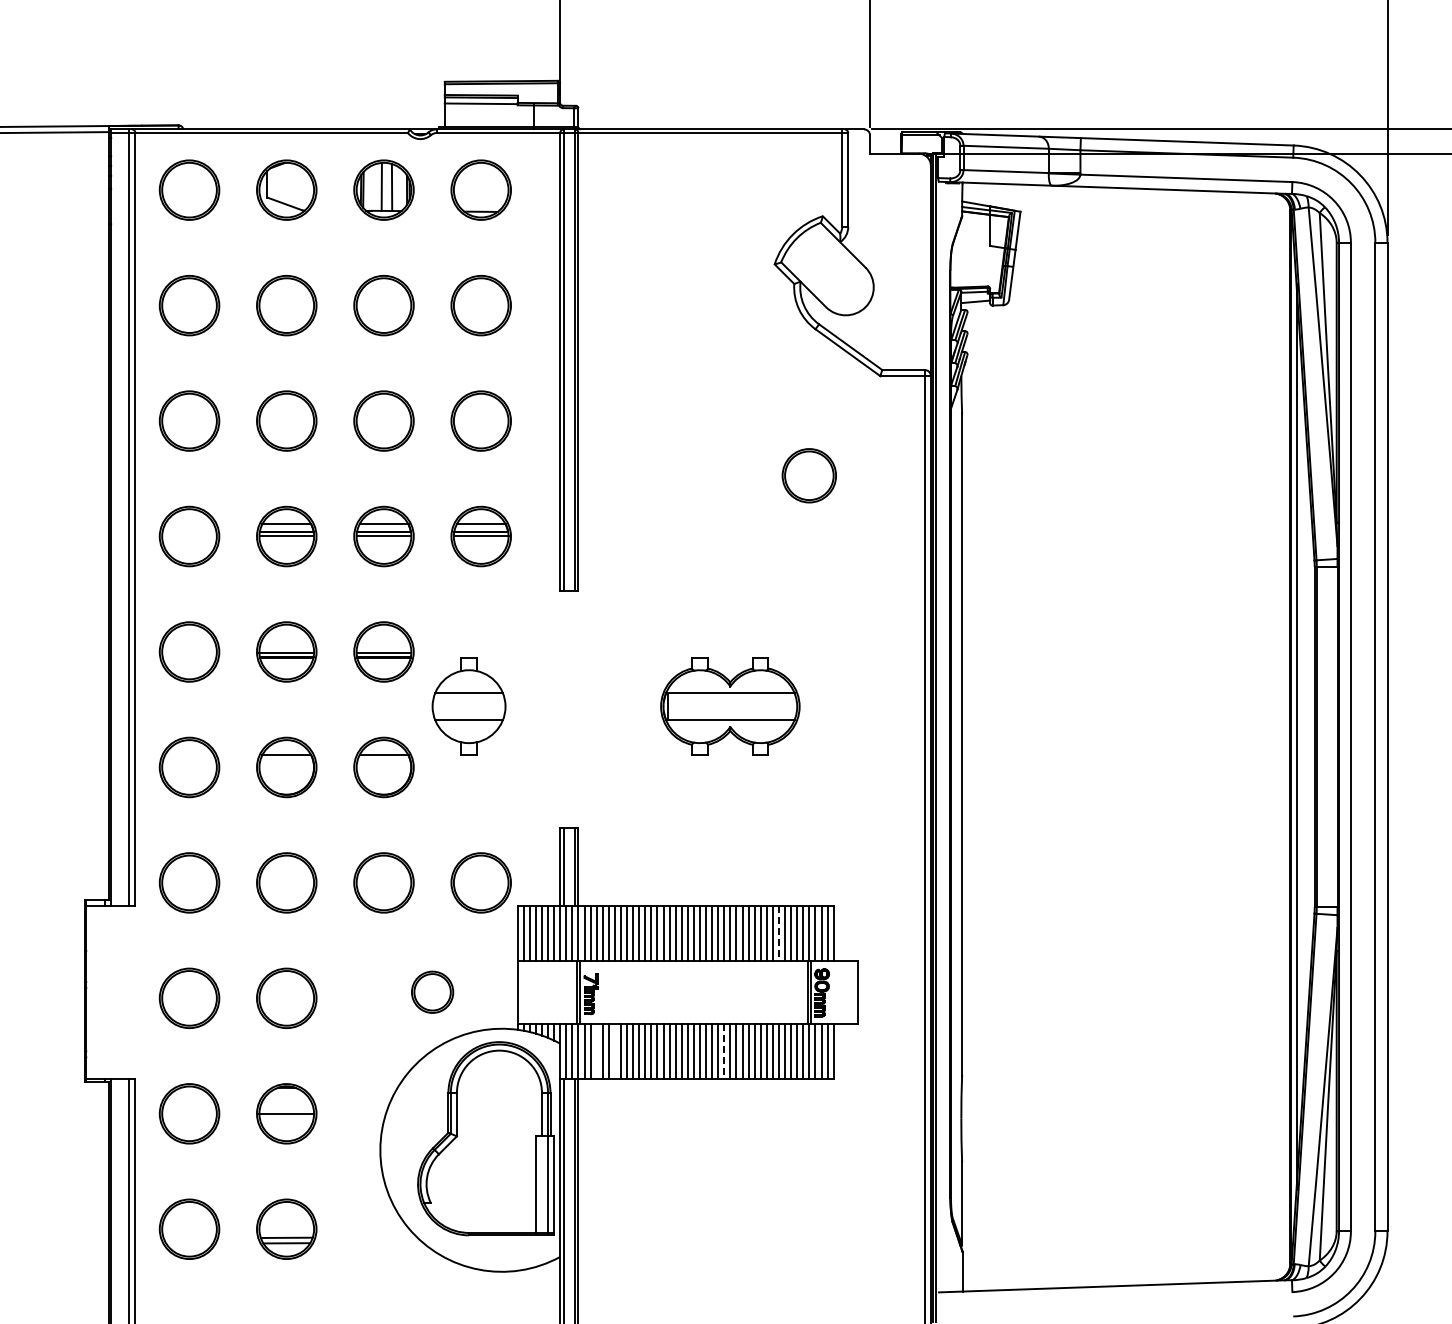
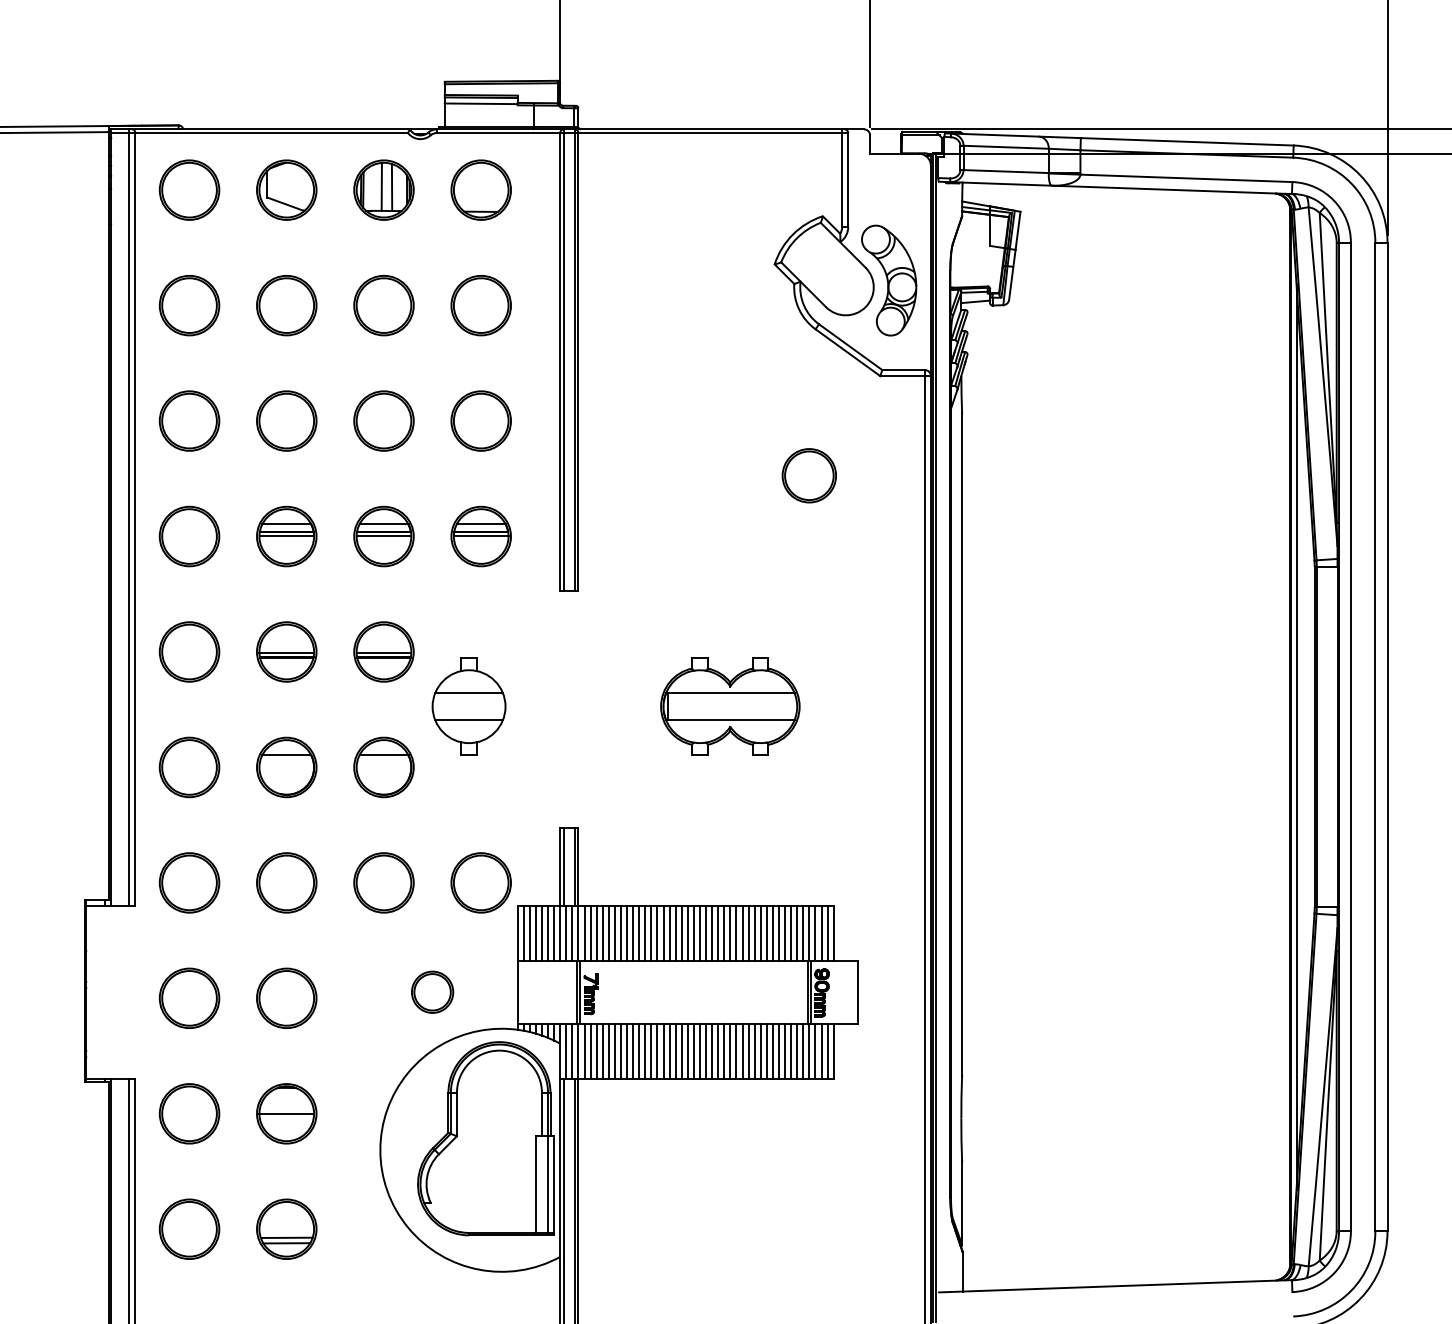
part at (889, 280): none -> present
line at (778, 933): dashed -> solid
line at (596, 1050): none -> present
line at (614, 1050): none -> present
line at (724, 1051): dashed -> solid
